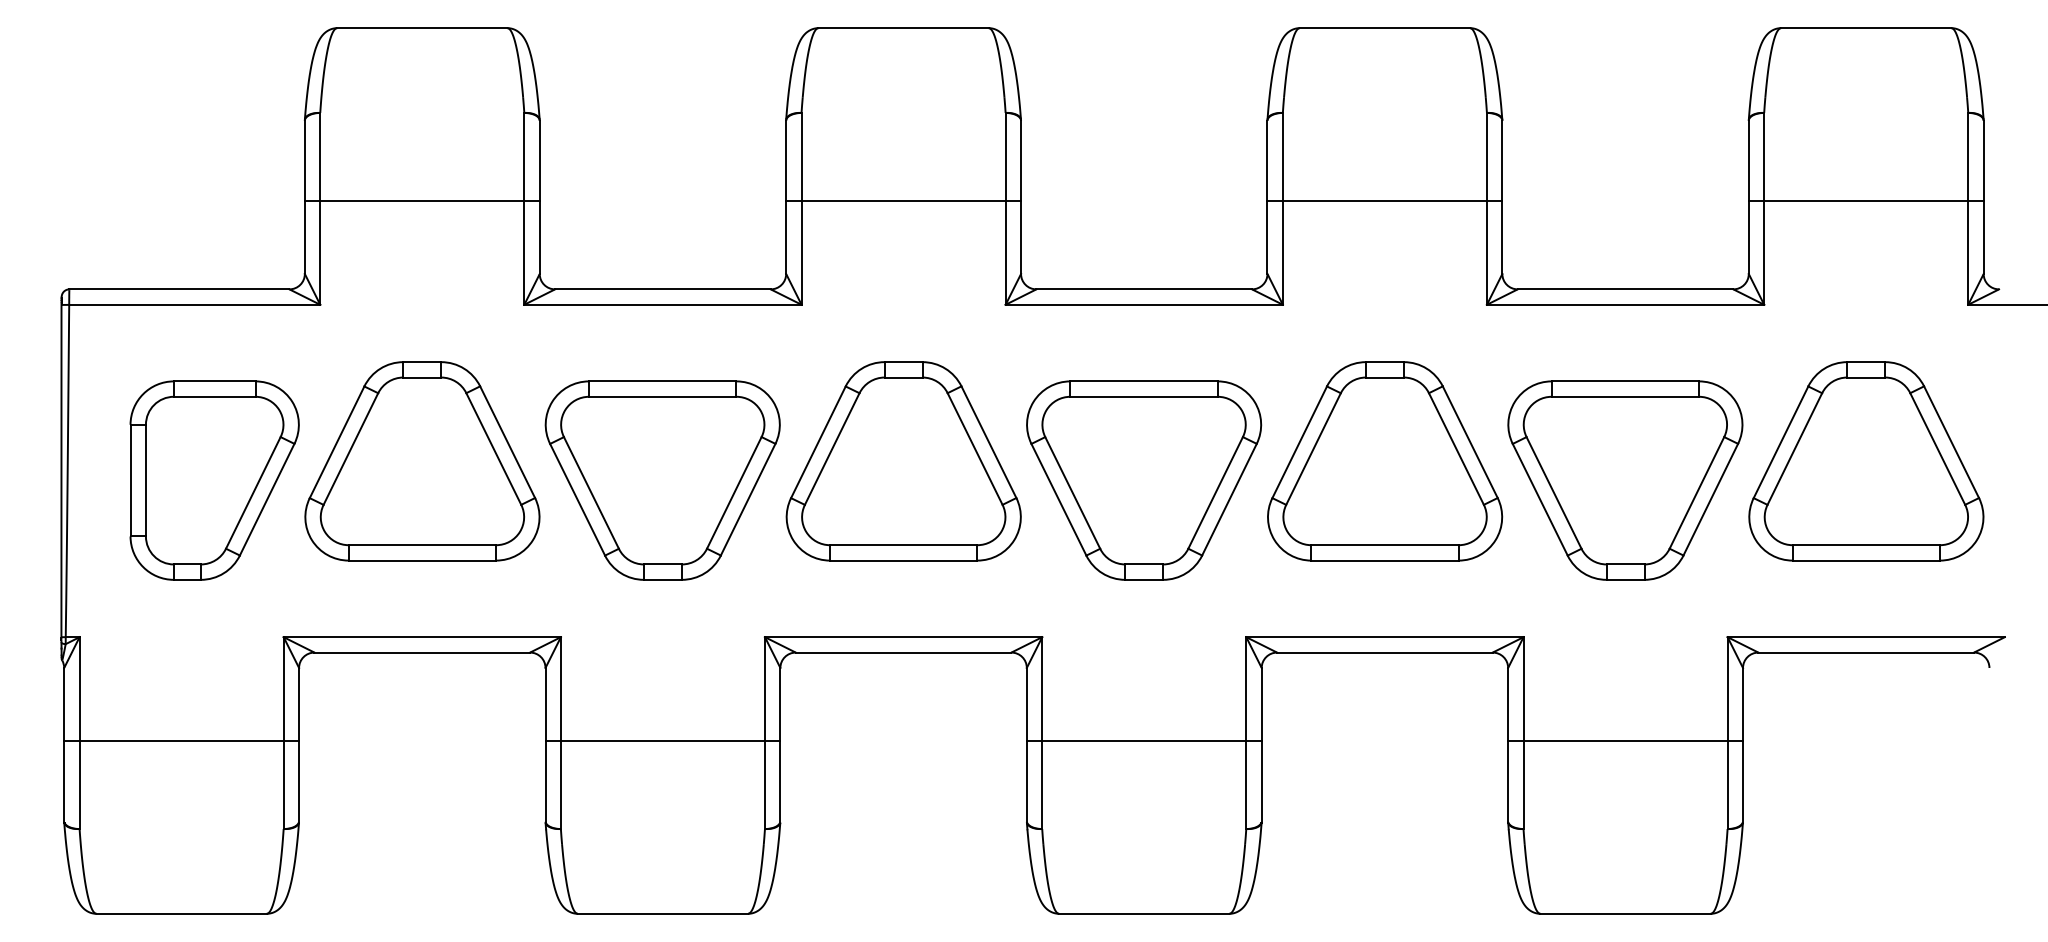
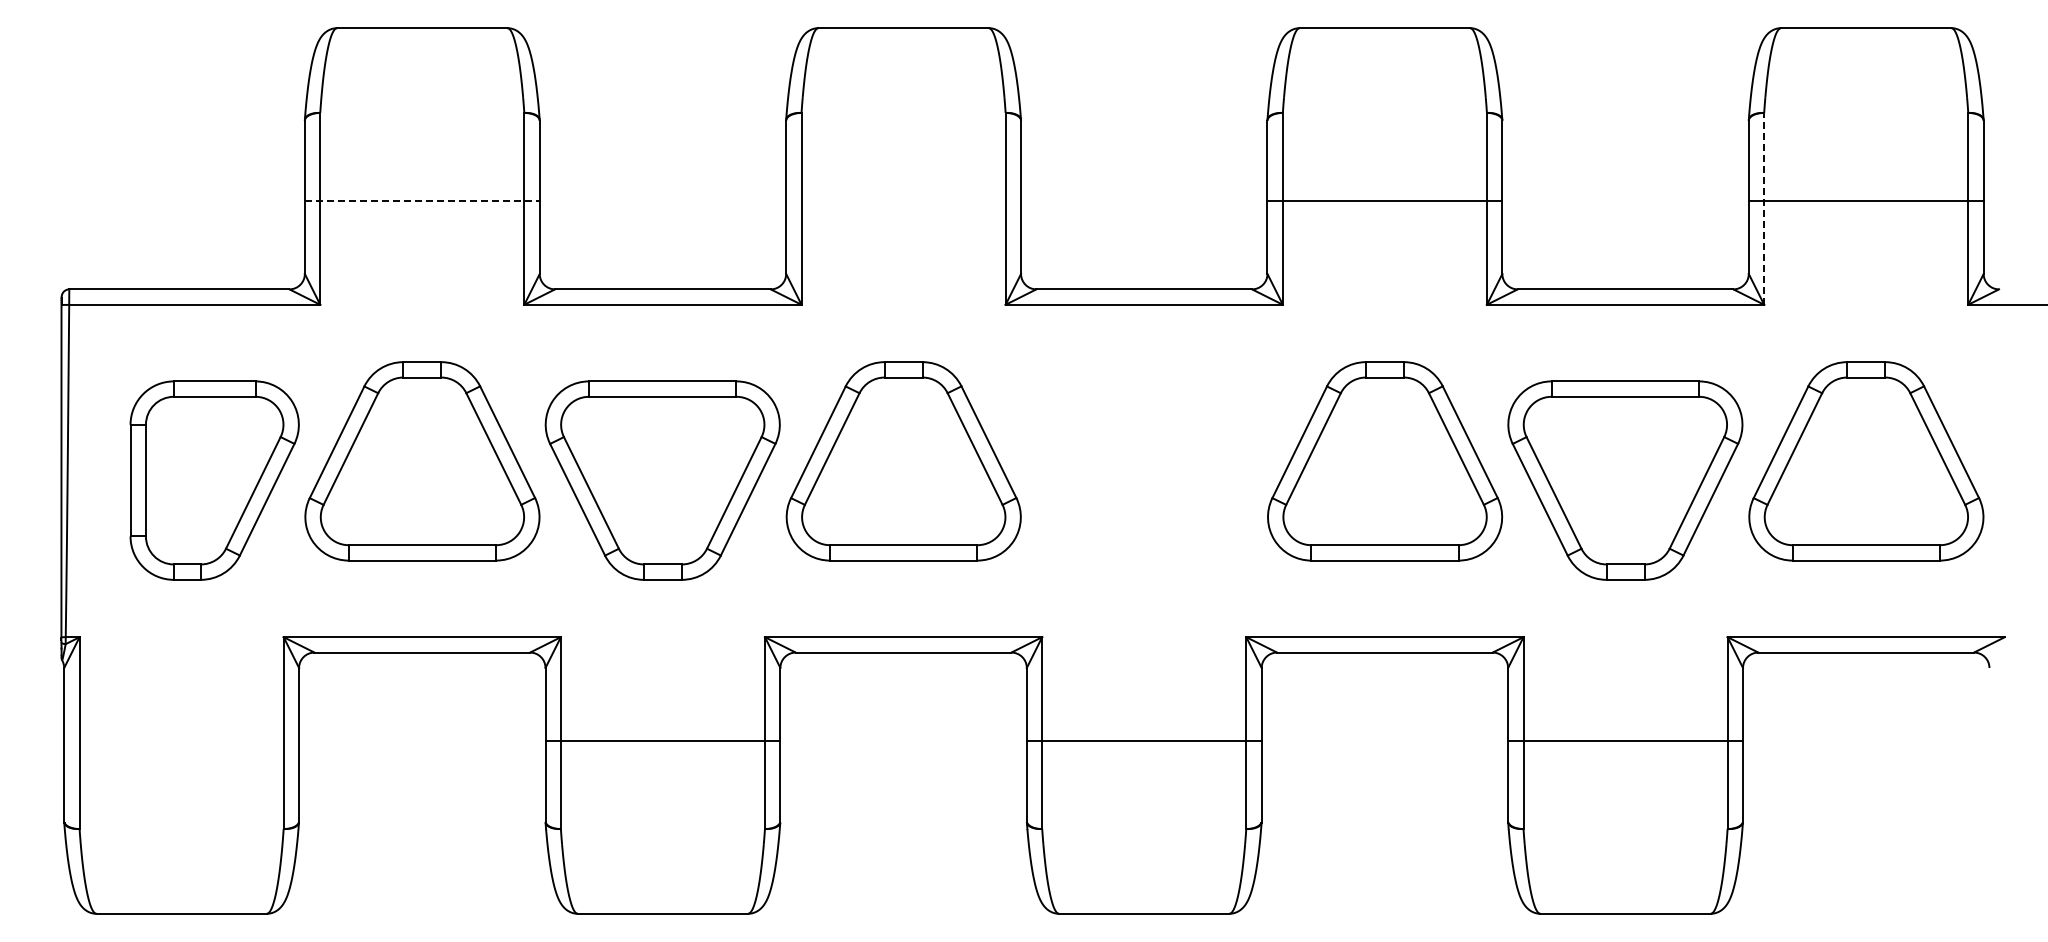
line at (422, 201): solid -> dashed
line at (903, 201): present -> none
line at (1764, 208): solid -> dashed
part at (1144, 480): present -> none
line at (181, 740): present -> none
